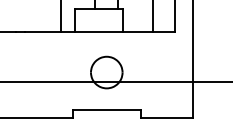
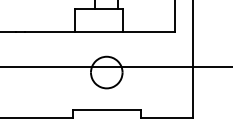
line at (60, 16): present -> none
line at (152, 16): present -> none
line at (115, 81) position: (115, 81) -> (115, 66)
